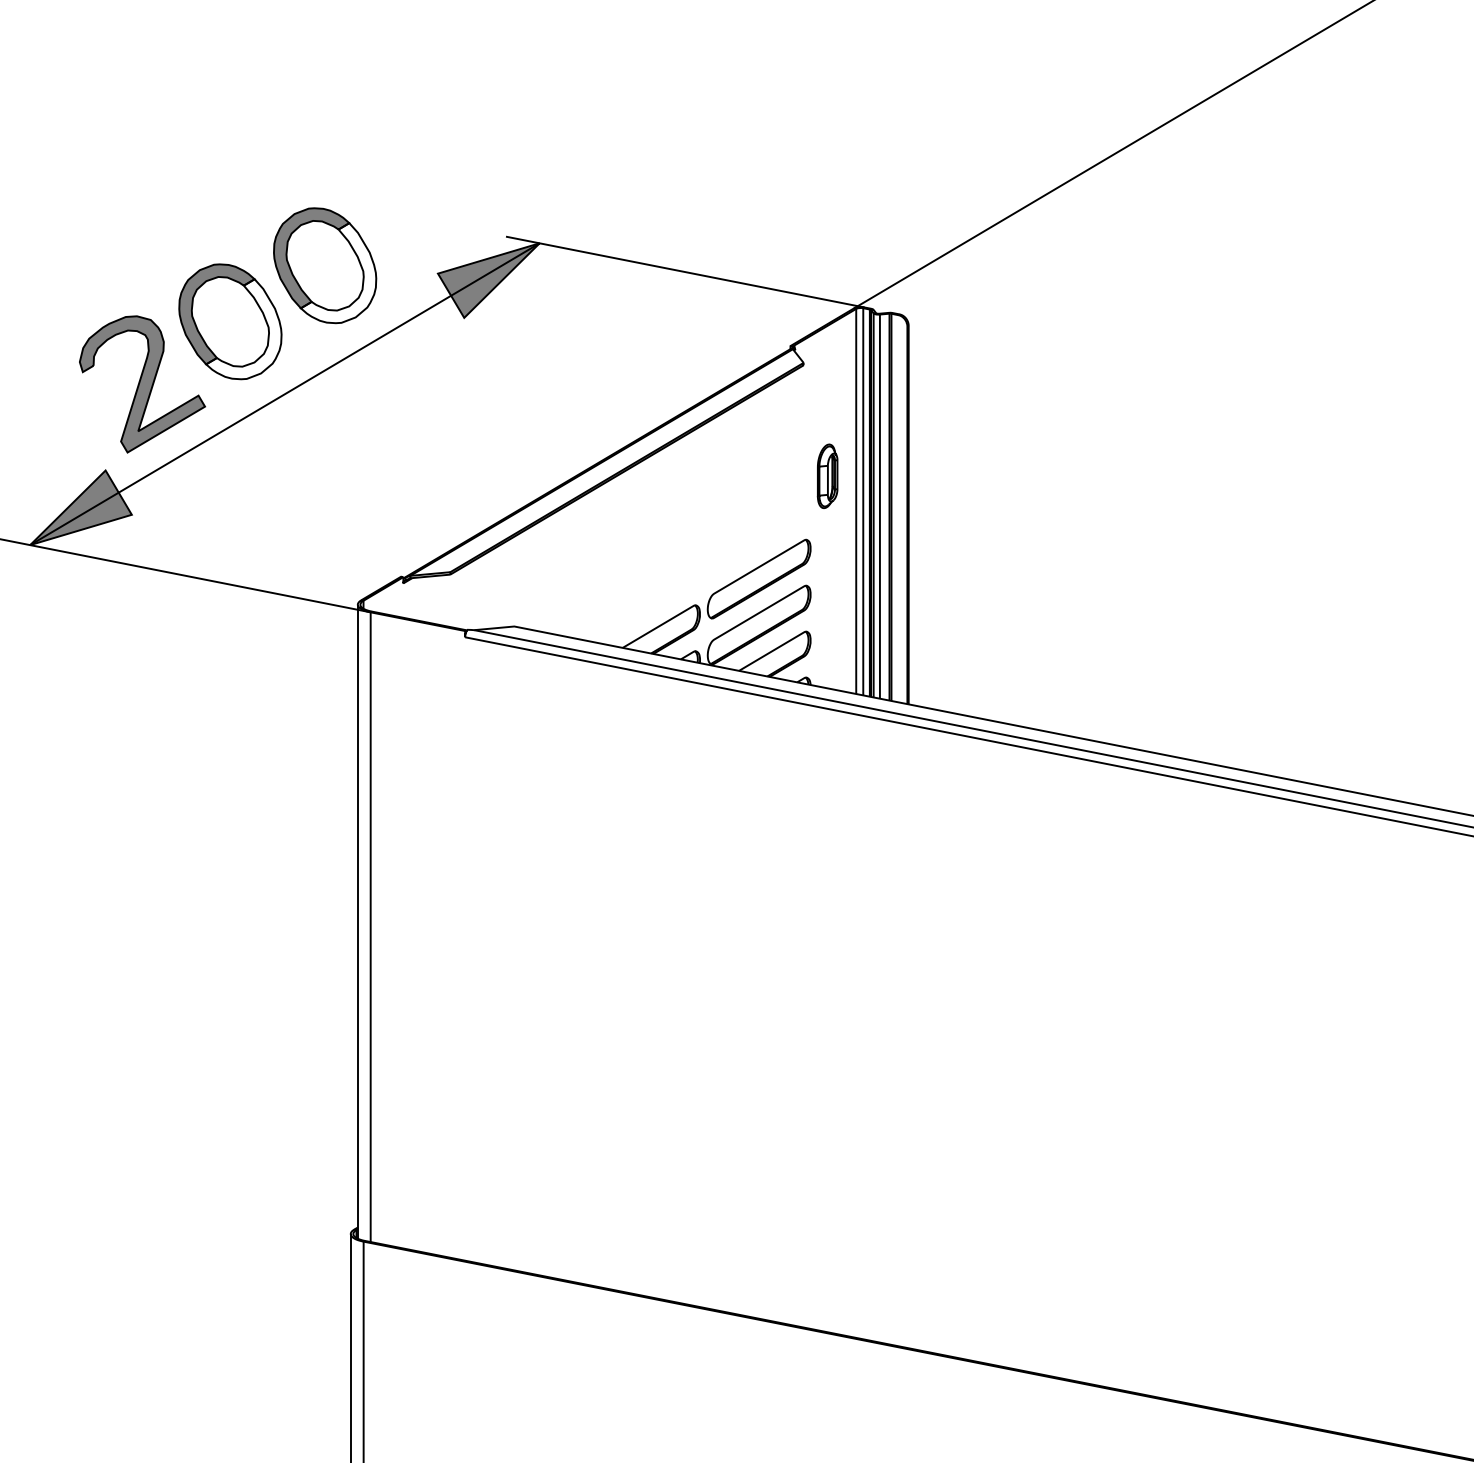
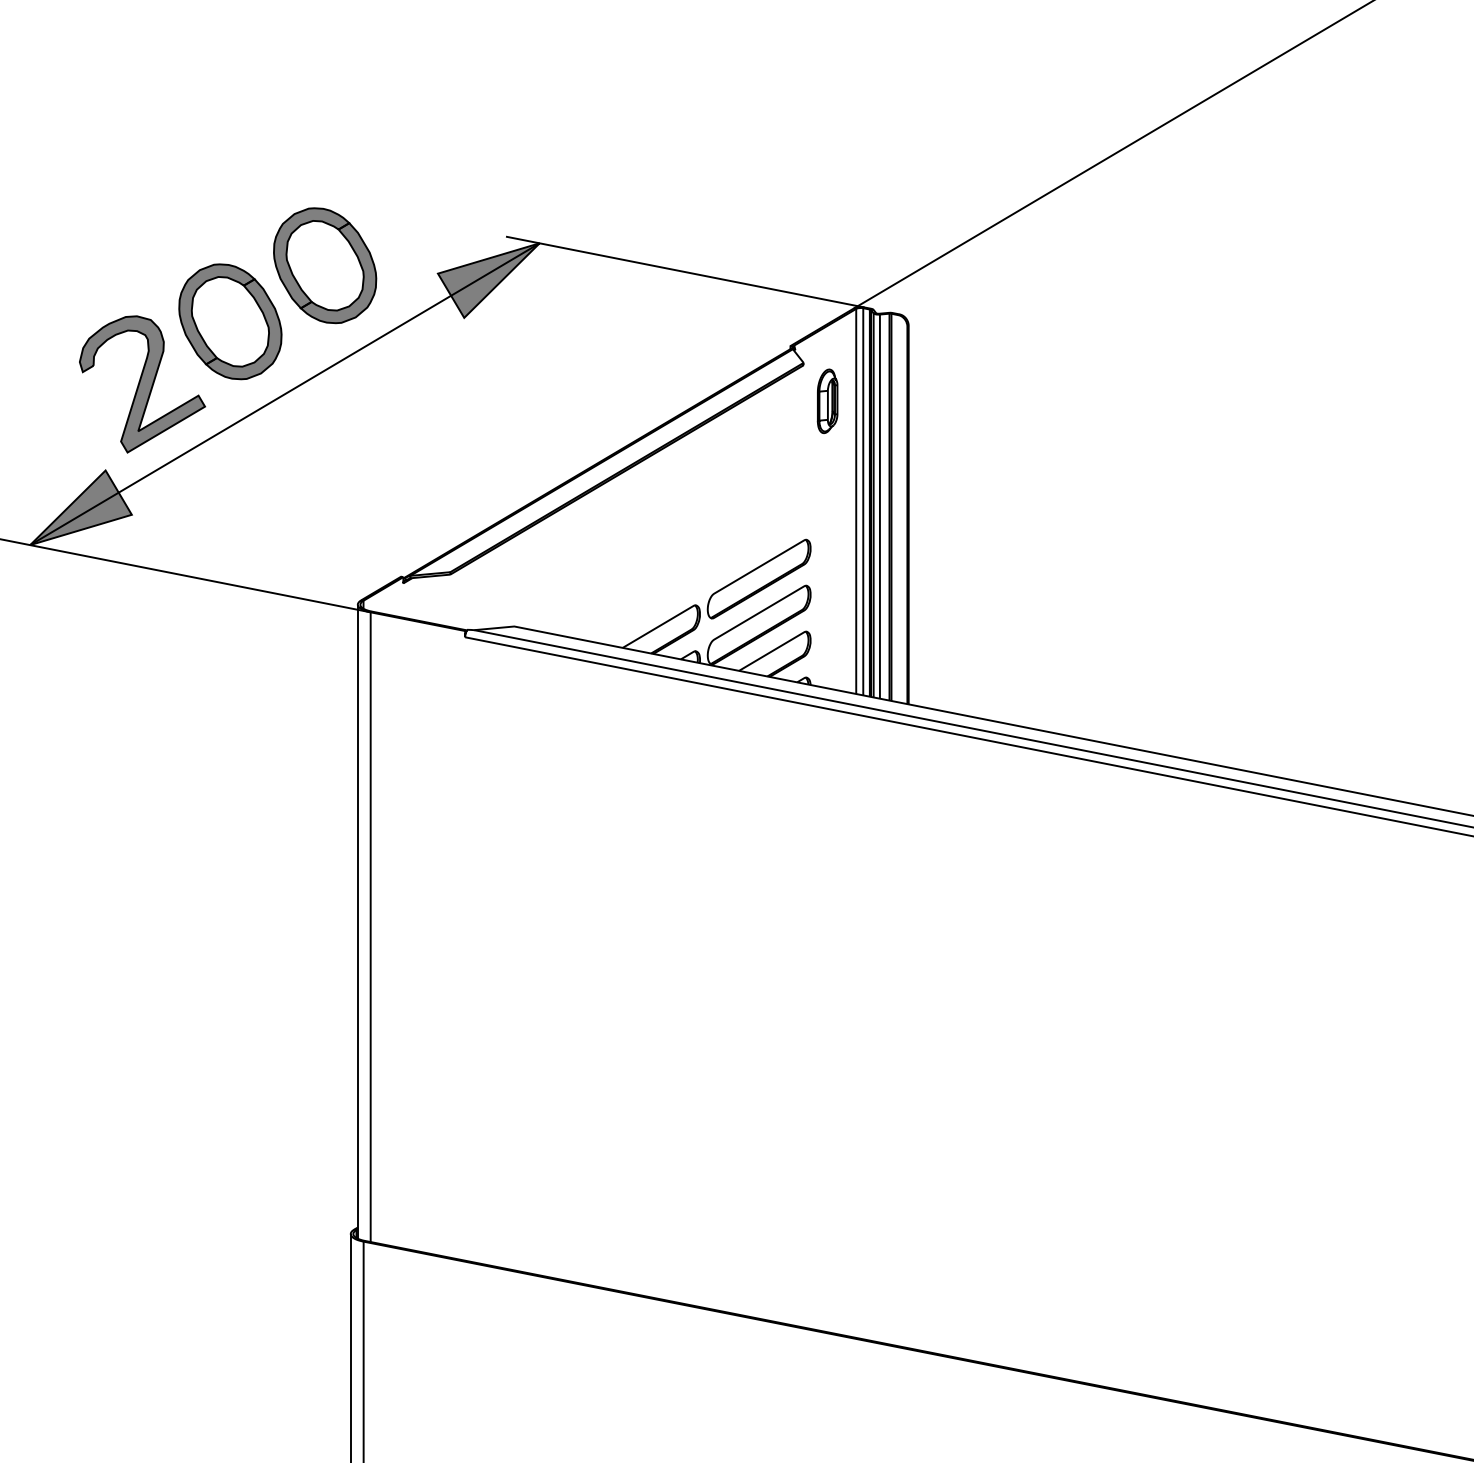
fill at (338, 273): none -> present
fill at (243, 329): none -> present
part at (827, 475) position: (827, 475) -> (827, 400)
